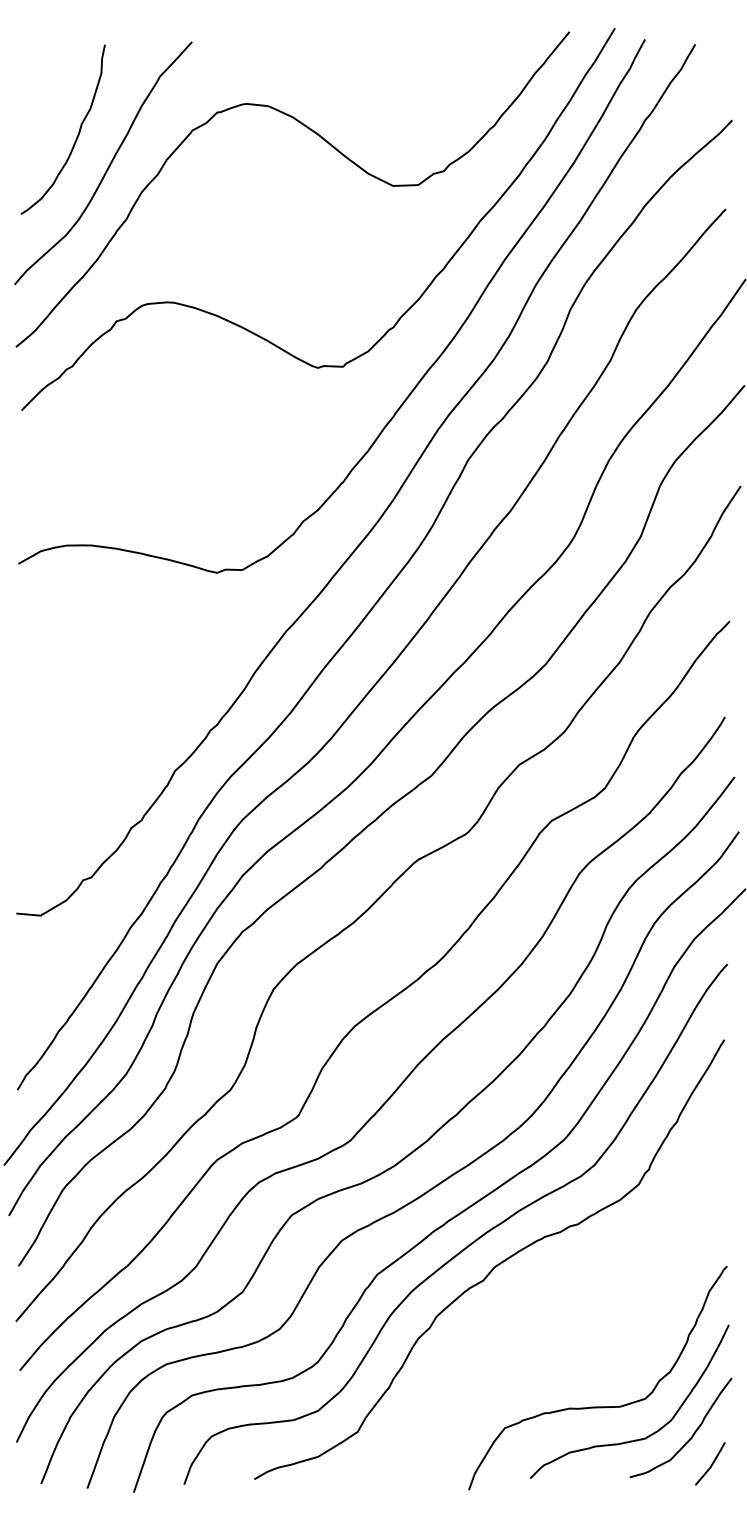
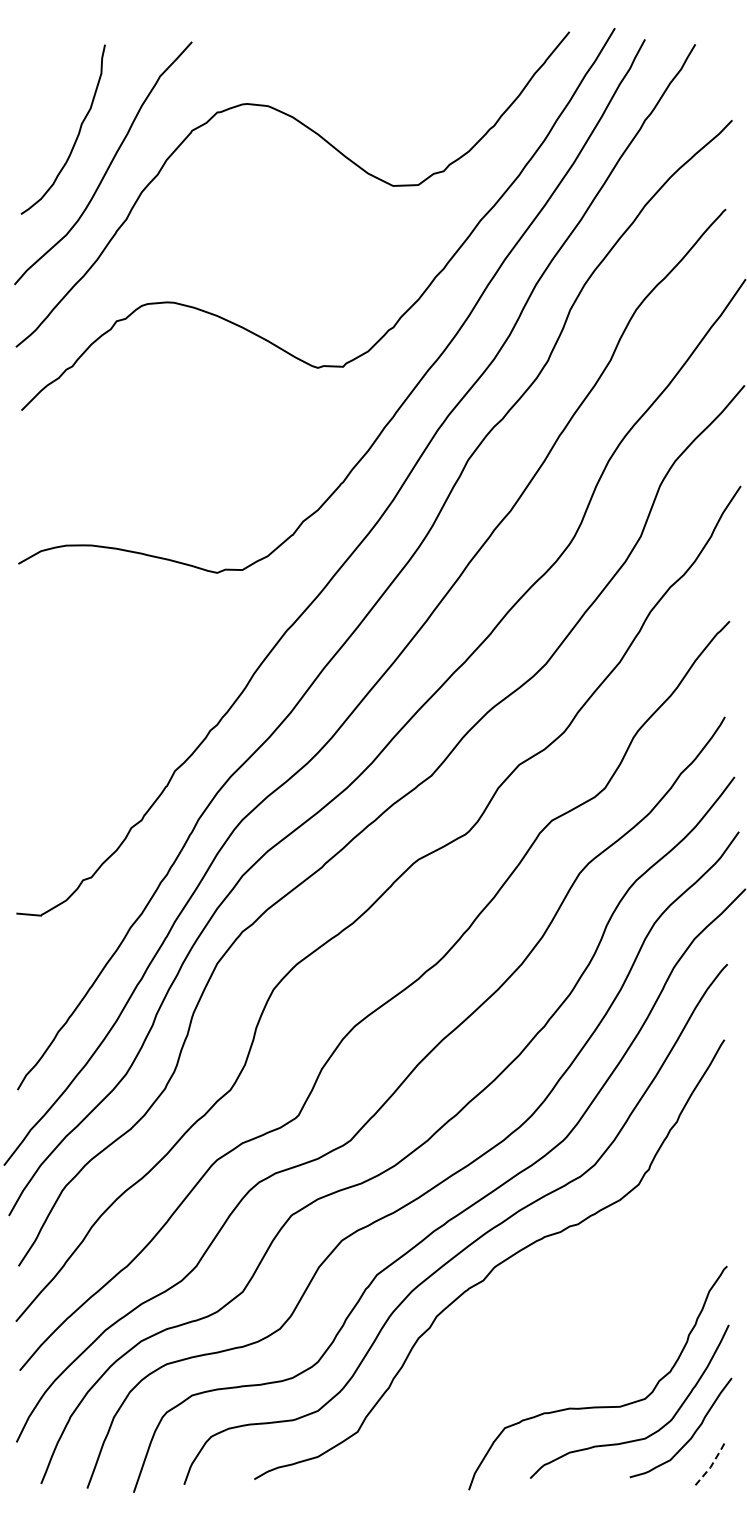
line at (712, 1464): solid -> dashed
